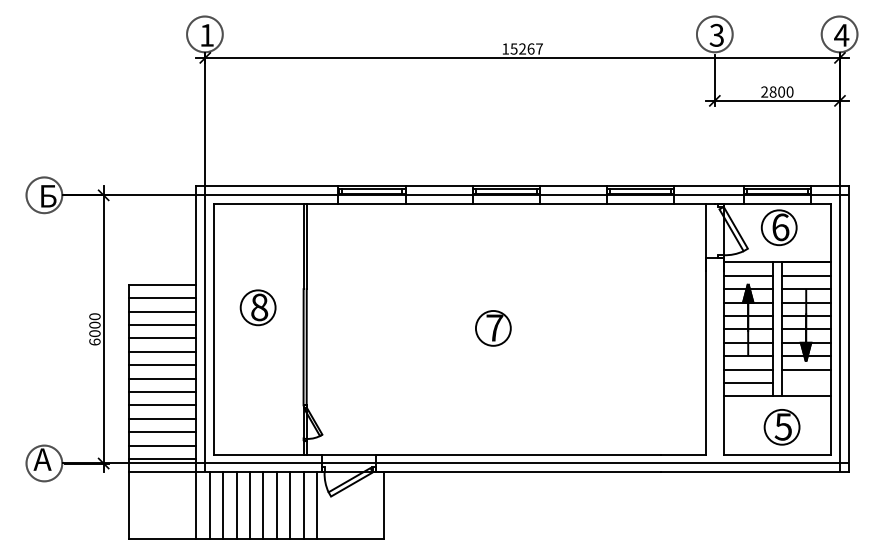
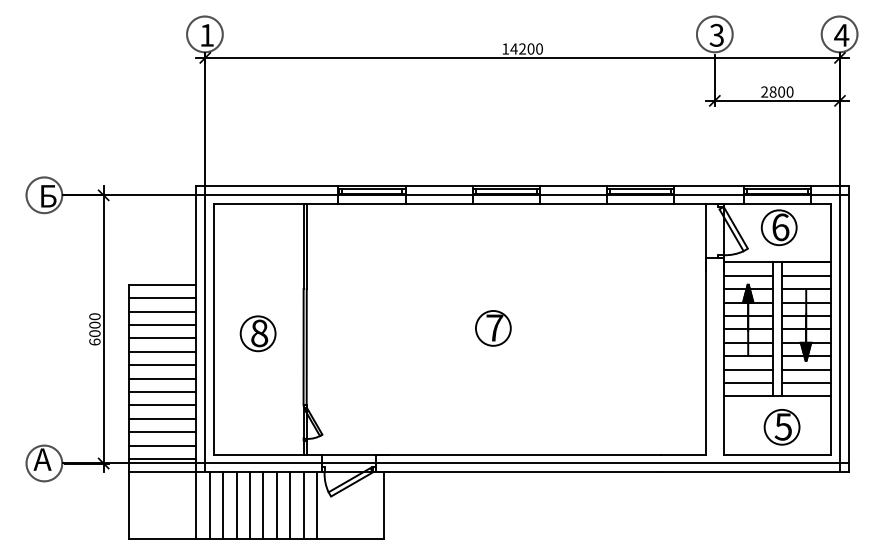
text at (526, 48): 15267 -> 14200
part at (257, 307) position: (257, 307) -> (257, 333)
line at (806, 383): none -> present
